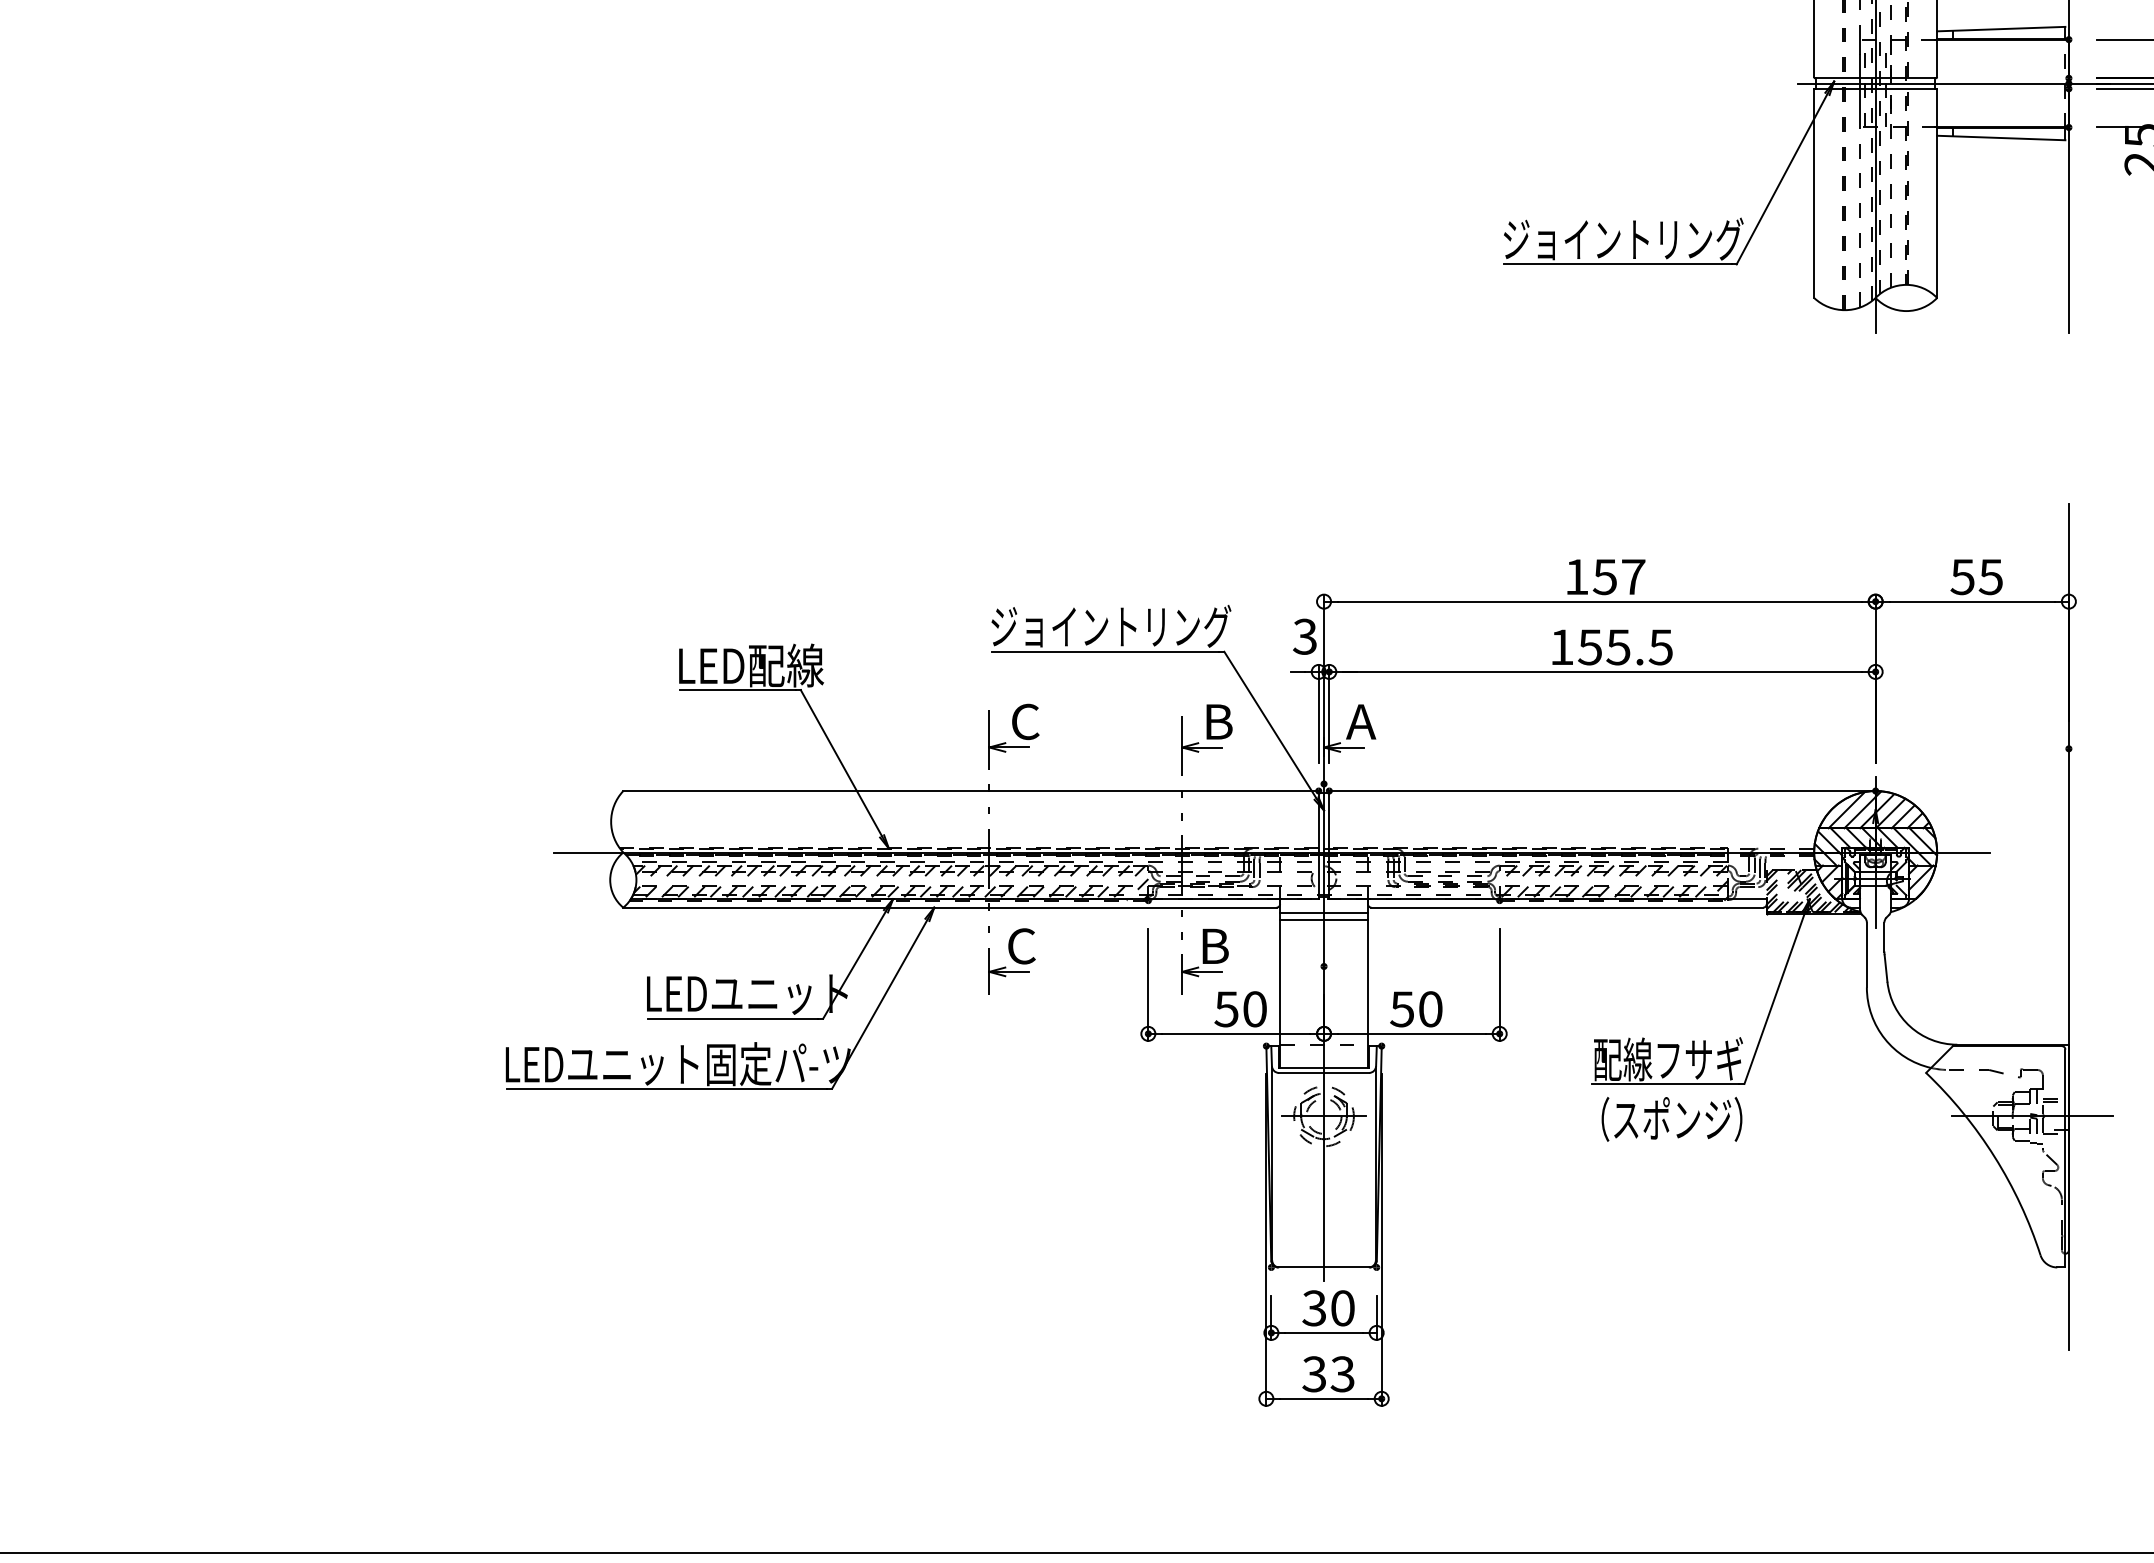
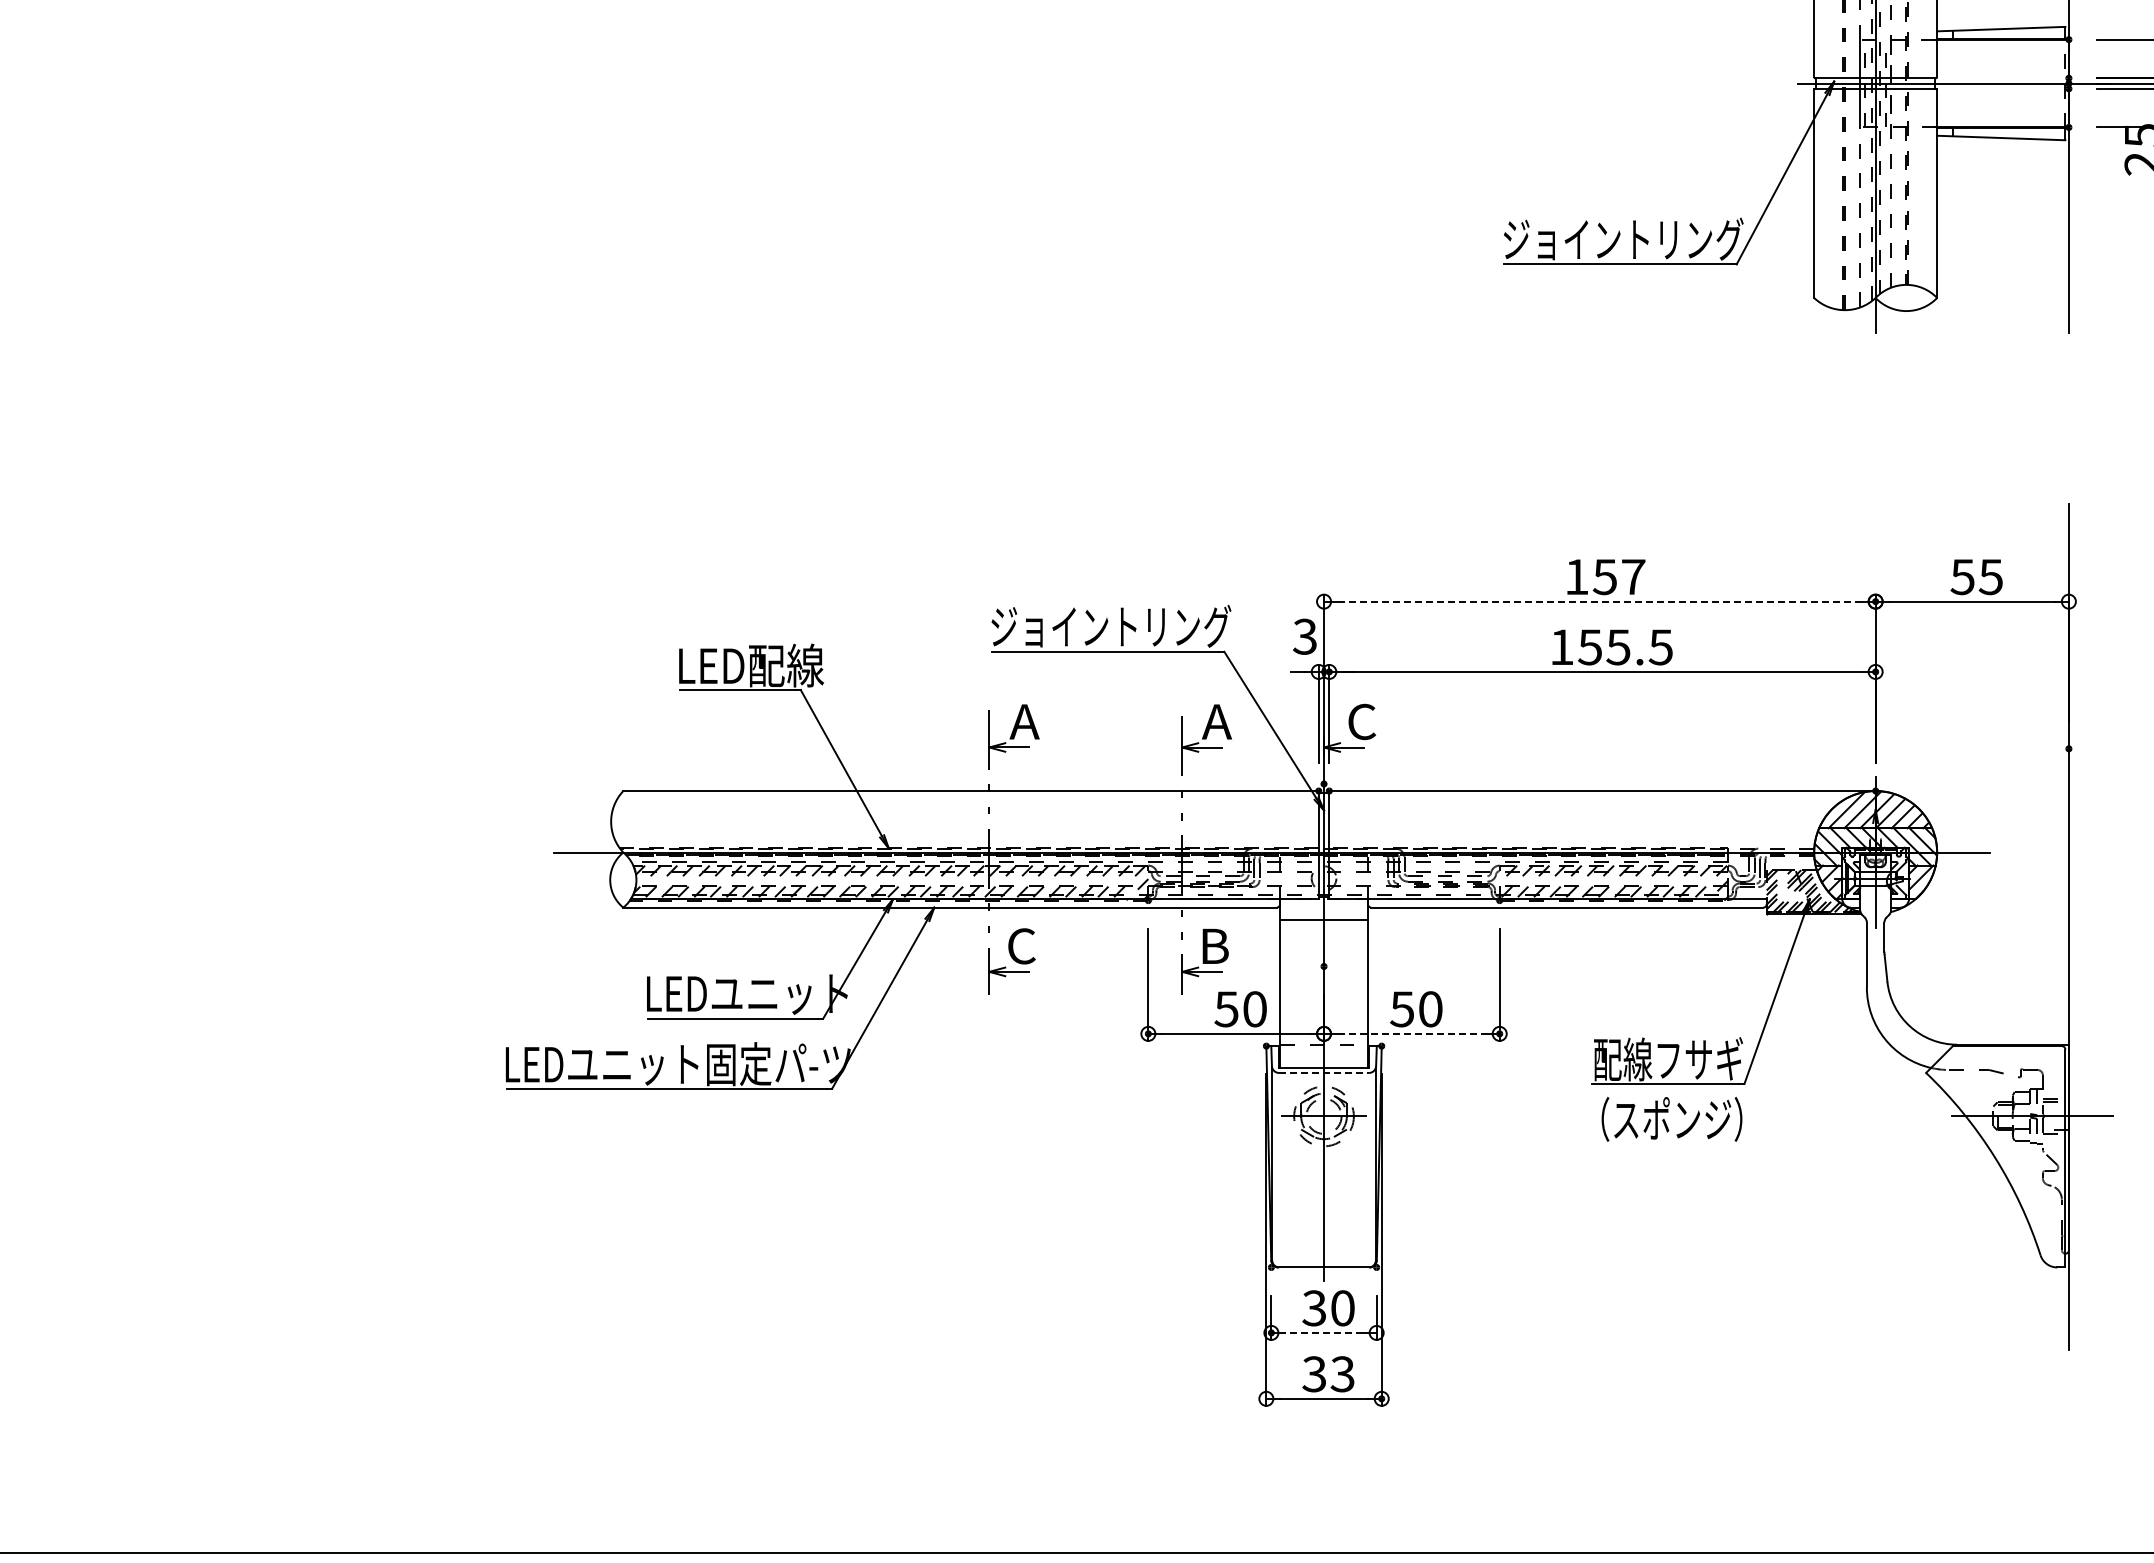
line at (1599, 601): solid -> dashed
text at (1024, 721): C -> A
text at (1216, 721): B -> A
text at (1361, 721): A -> C
line at (1323, 912): present -> none
line at (1411, 1033): solid -> dashed
line at (1324, 1072): solid -> dashed
line at (1324, 1332): solid -> dashed
